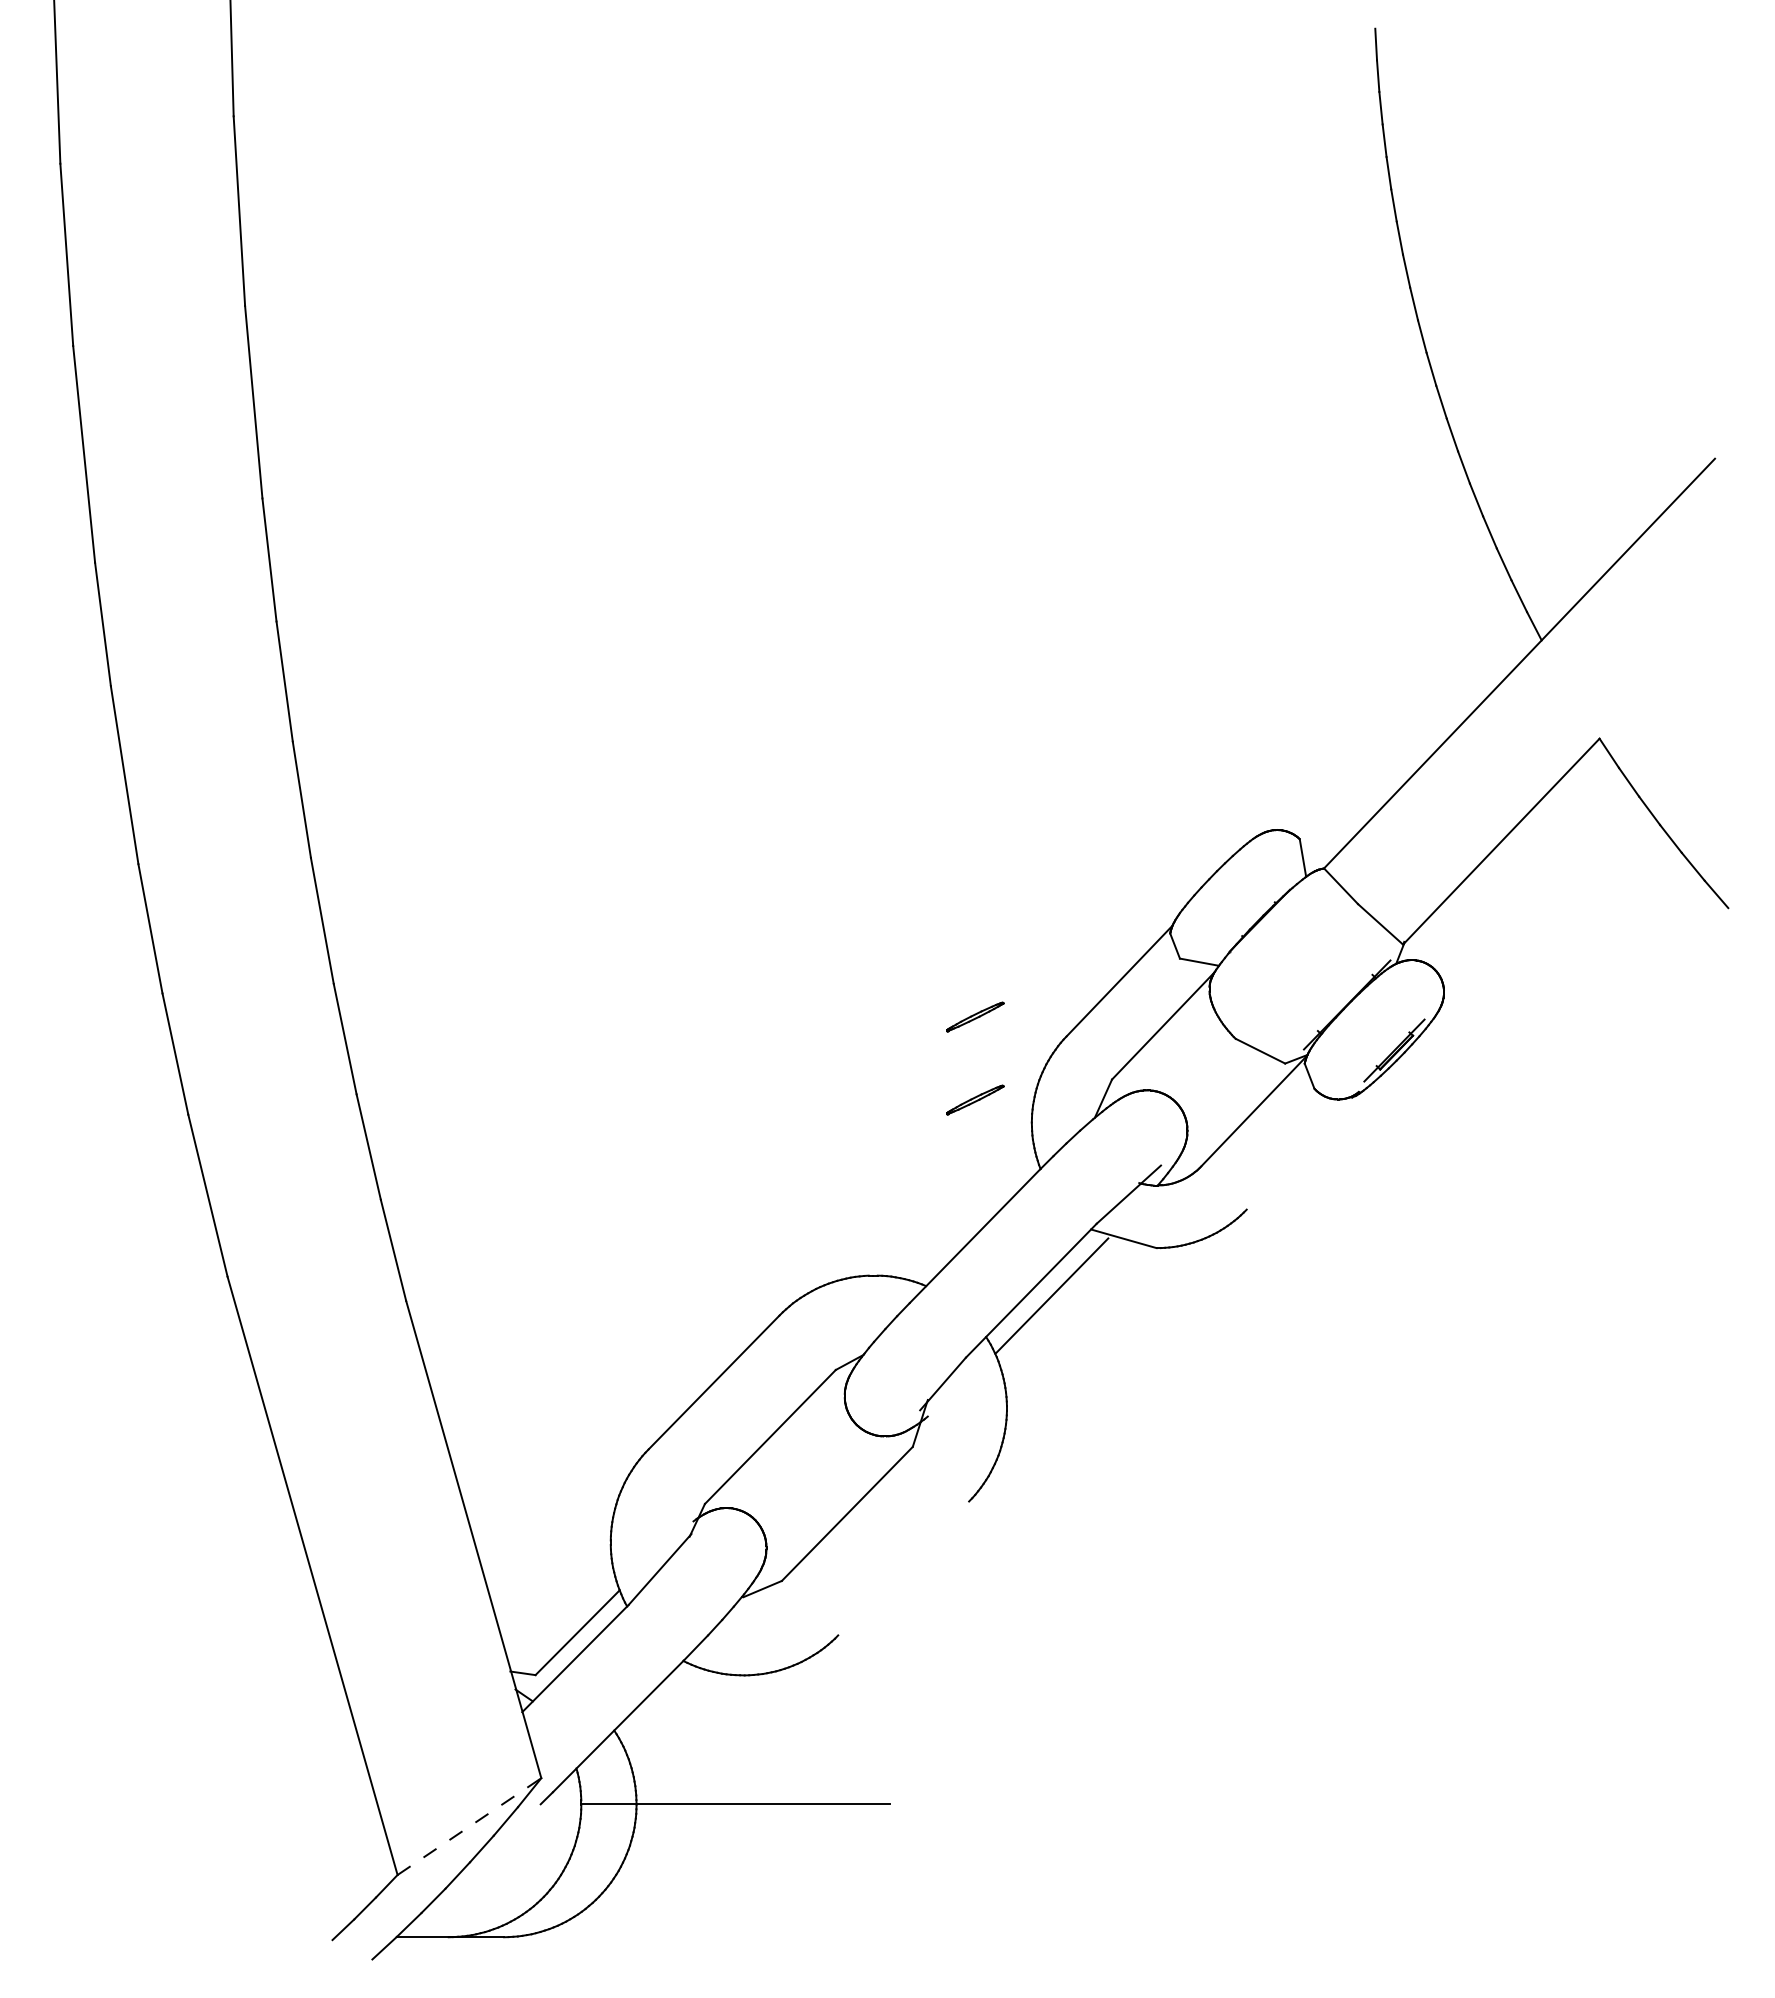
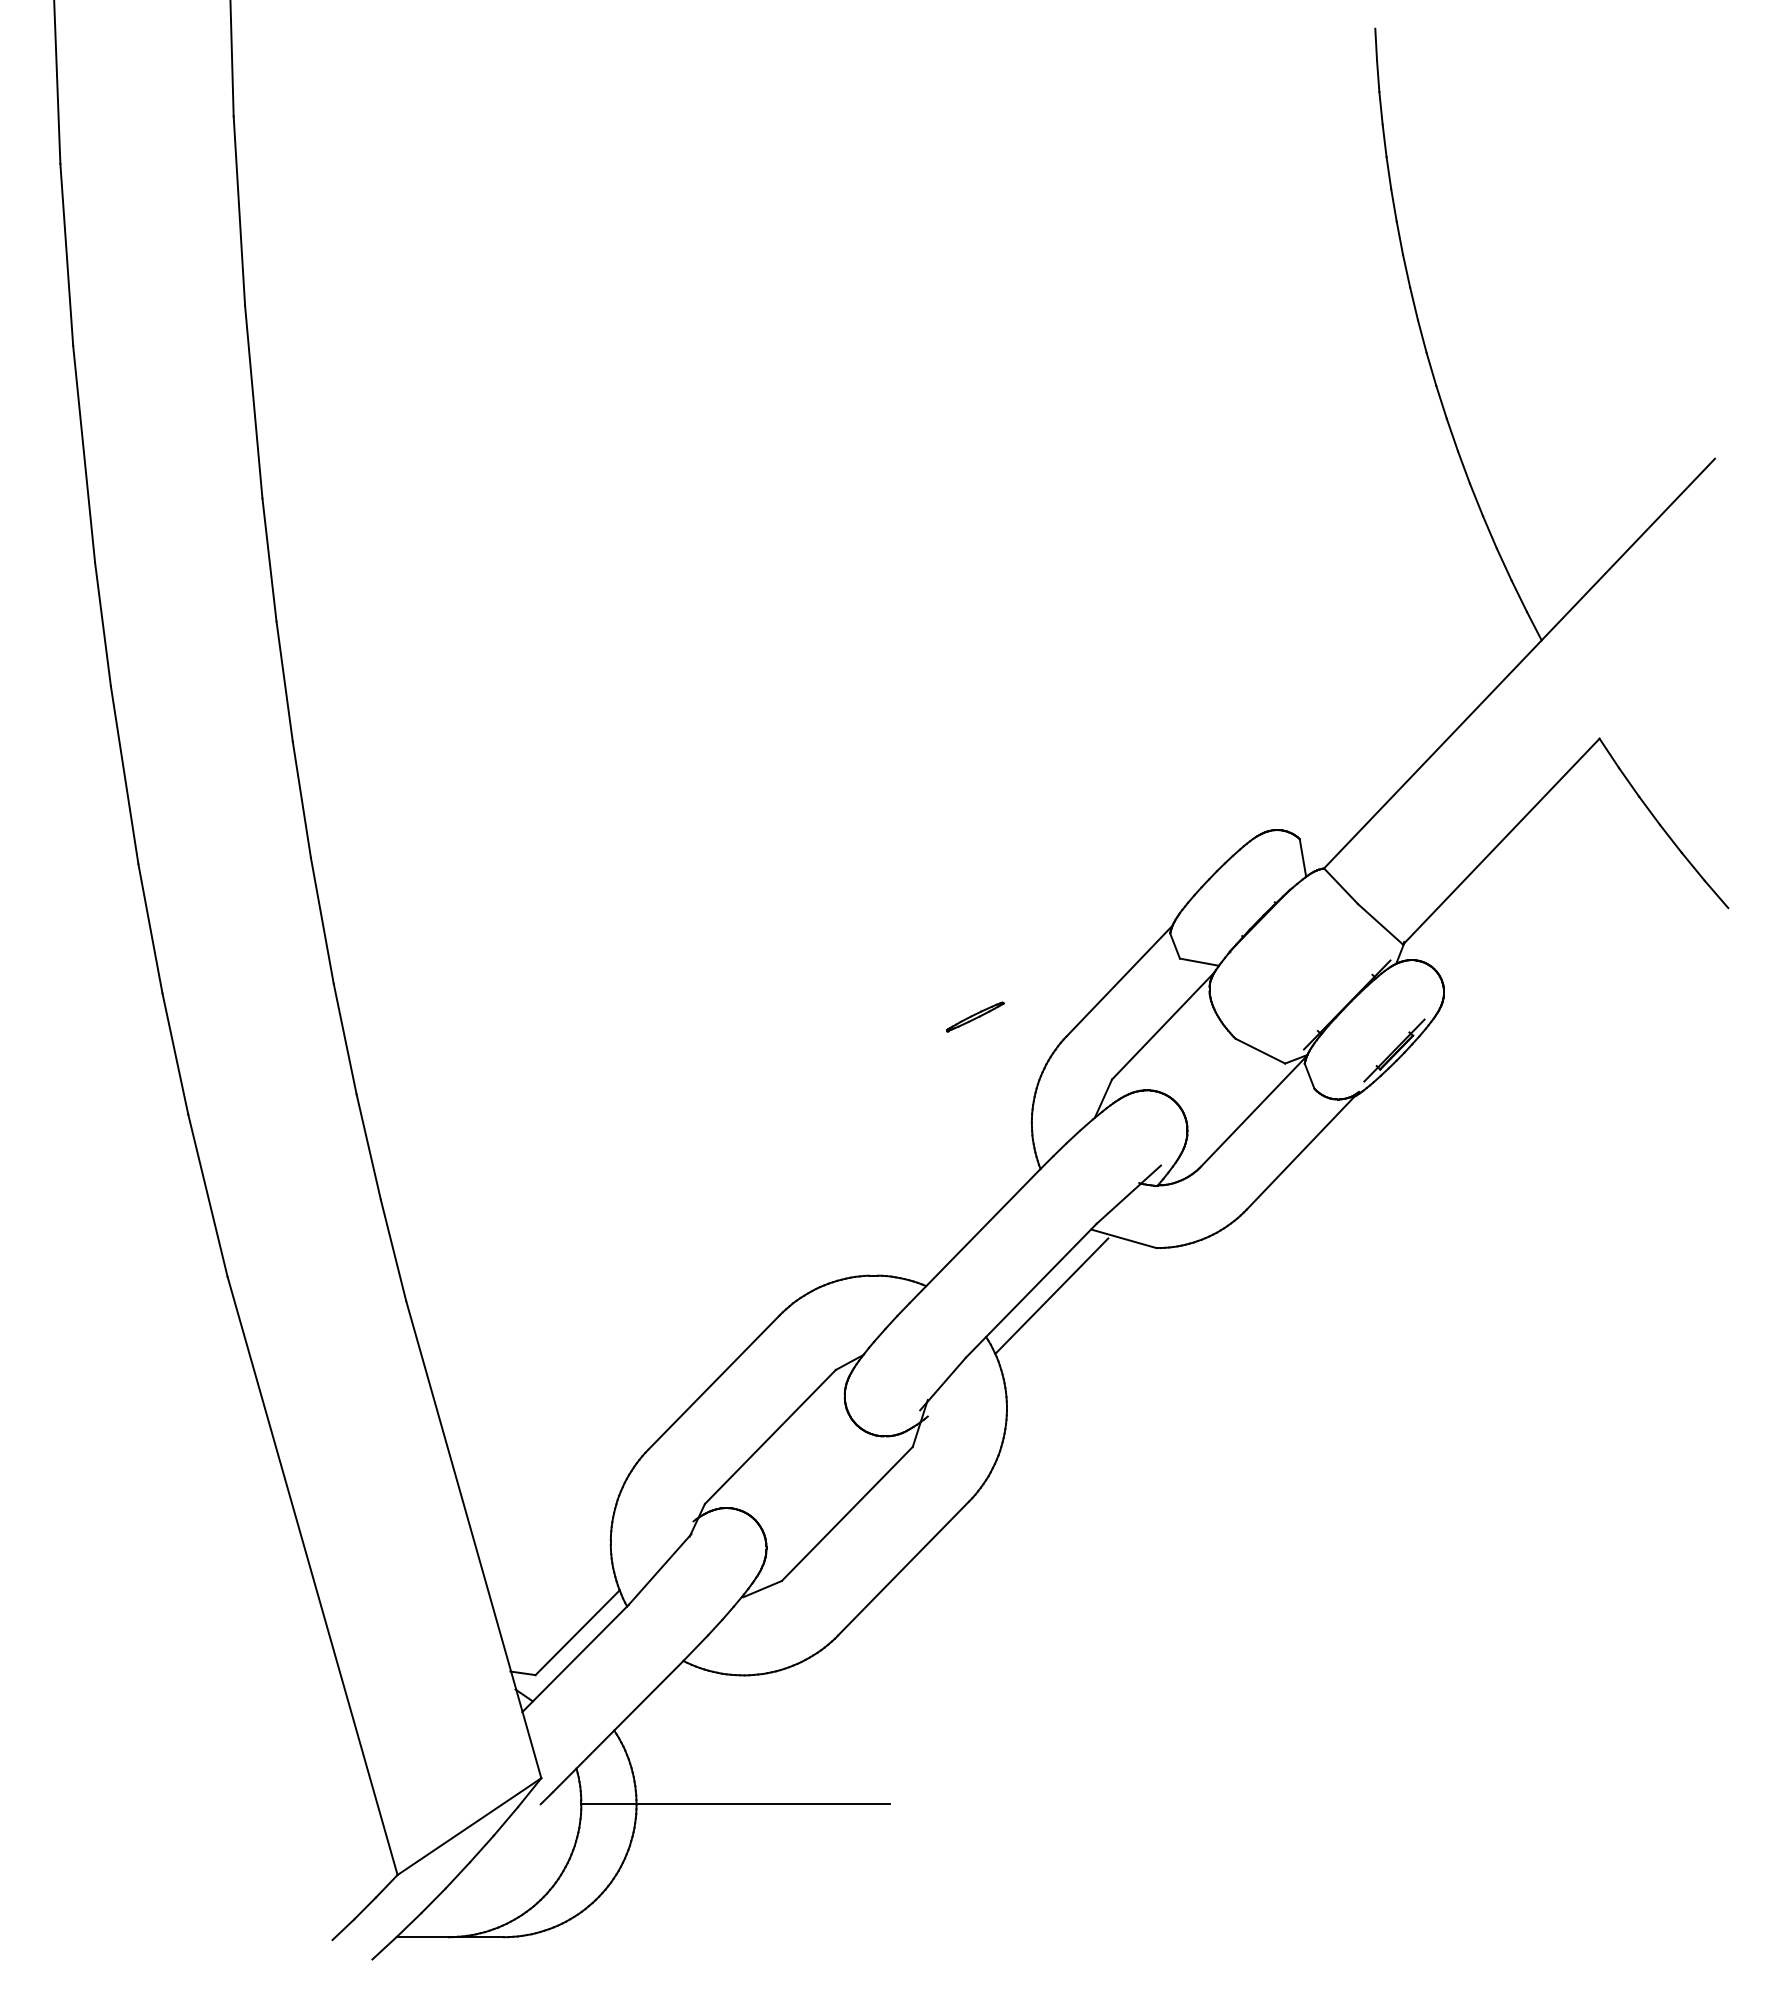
part at (975, 1099): present -> none
line at (1301, 1151): none -> present
line at (903, 1568): none -> present
line at (469, 1826): dashed -> solid
